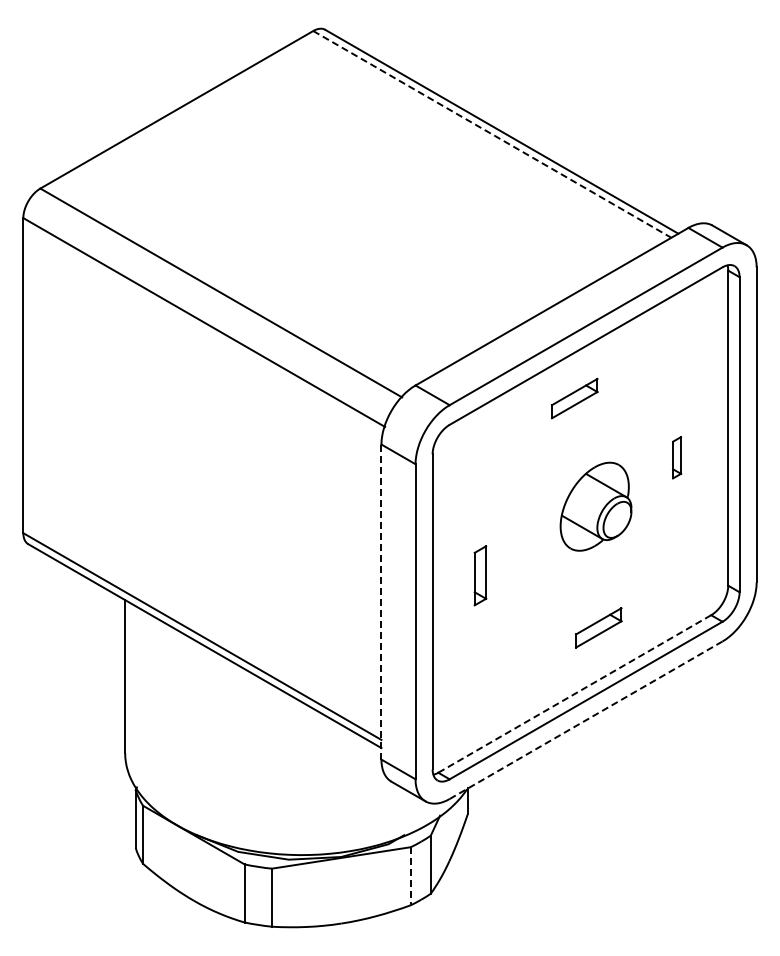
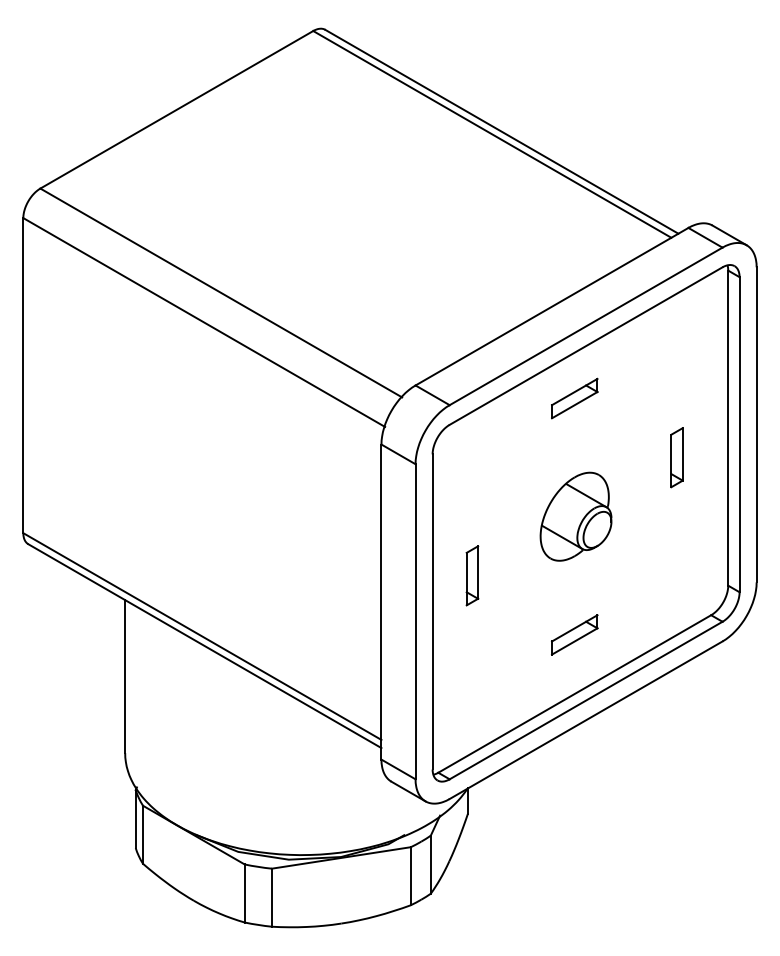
line at (492, 134): dashed -> solid
part at (677, 457) size: 11x44 px -> 14x62 px
part at (595, 506) position: (595, 506) -> (575, 516)
part at (480, 575) position: (480, 575) -> (472, 575)
line at (381, 602): dashed -> solid
part at (598, 627) position: (598, 627) -> (574, 634)
line at (574, 693): dashed -> solid
line at (586, 720): dashed -> solid
line at (410, 876): dashed -> solid
